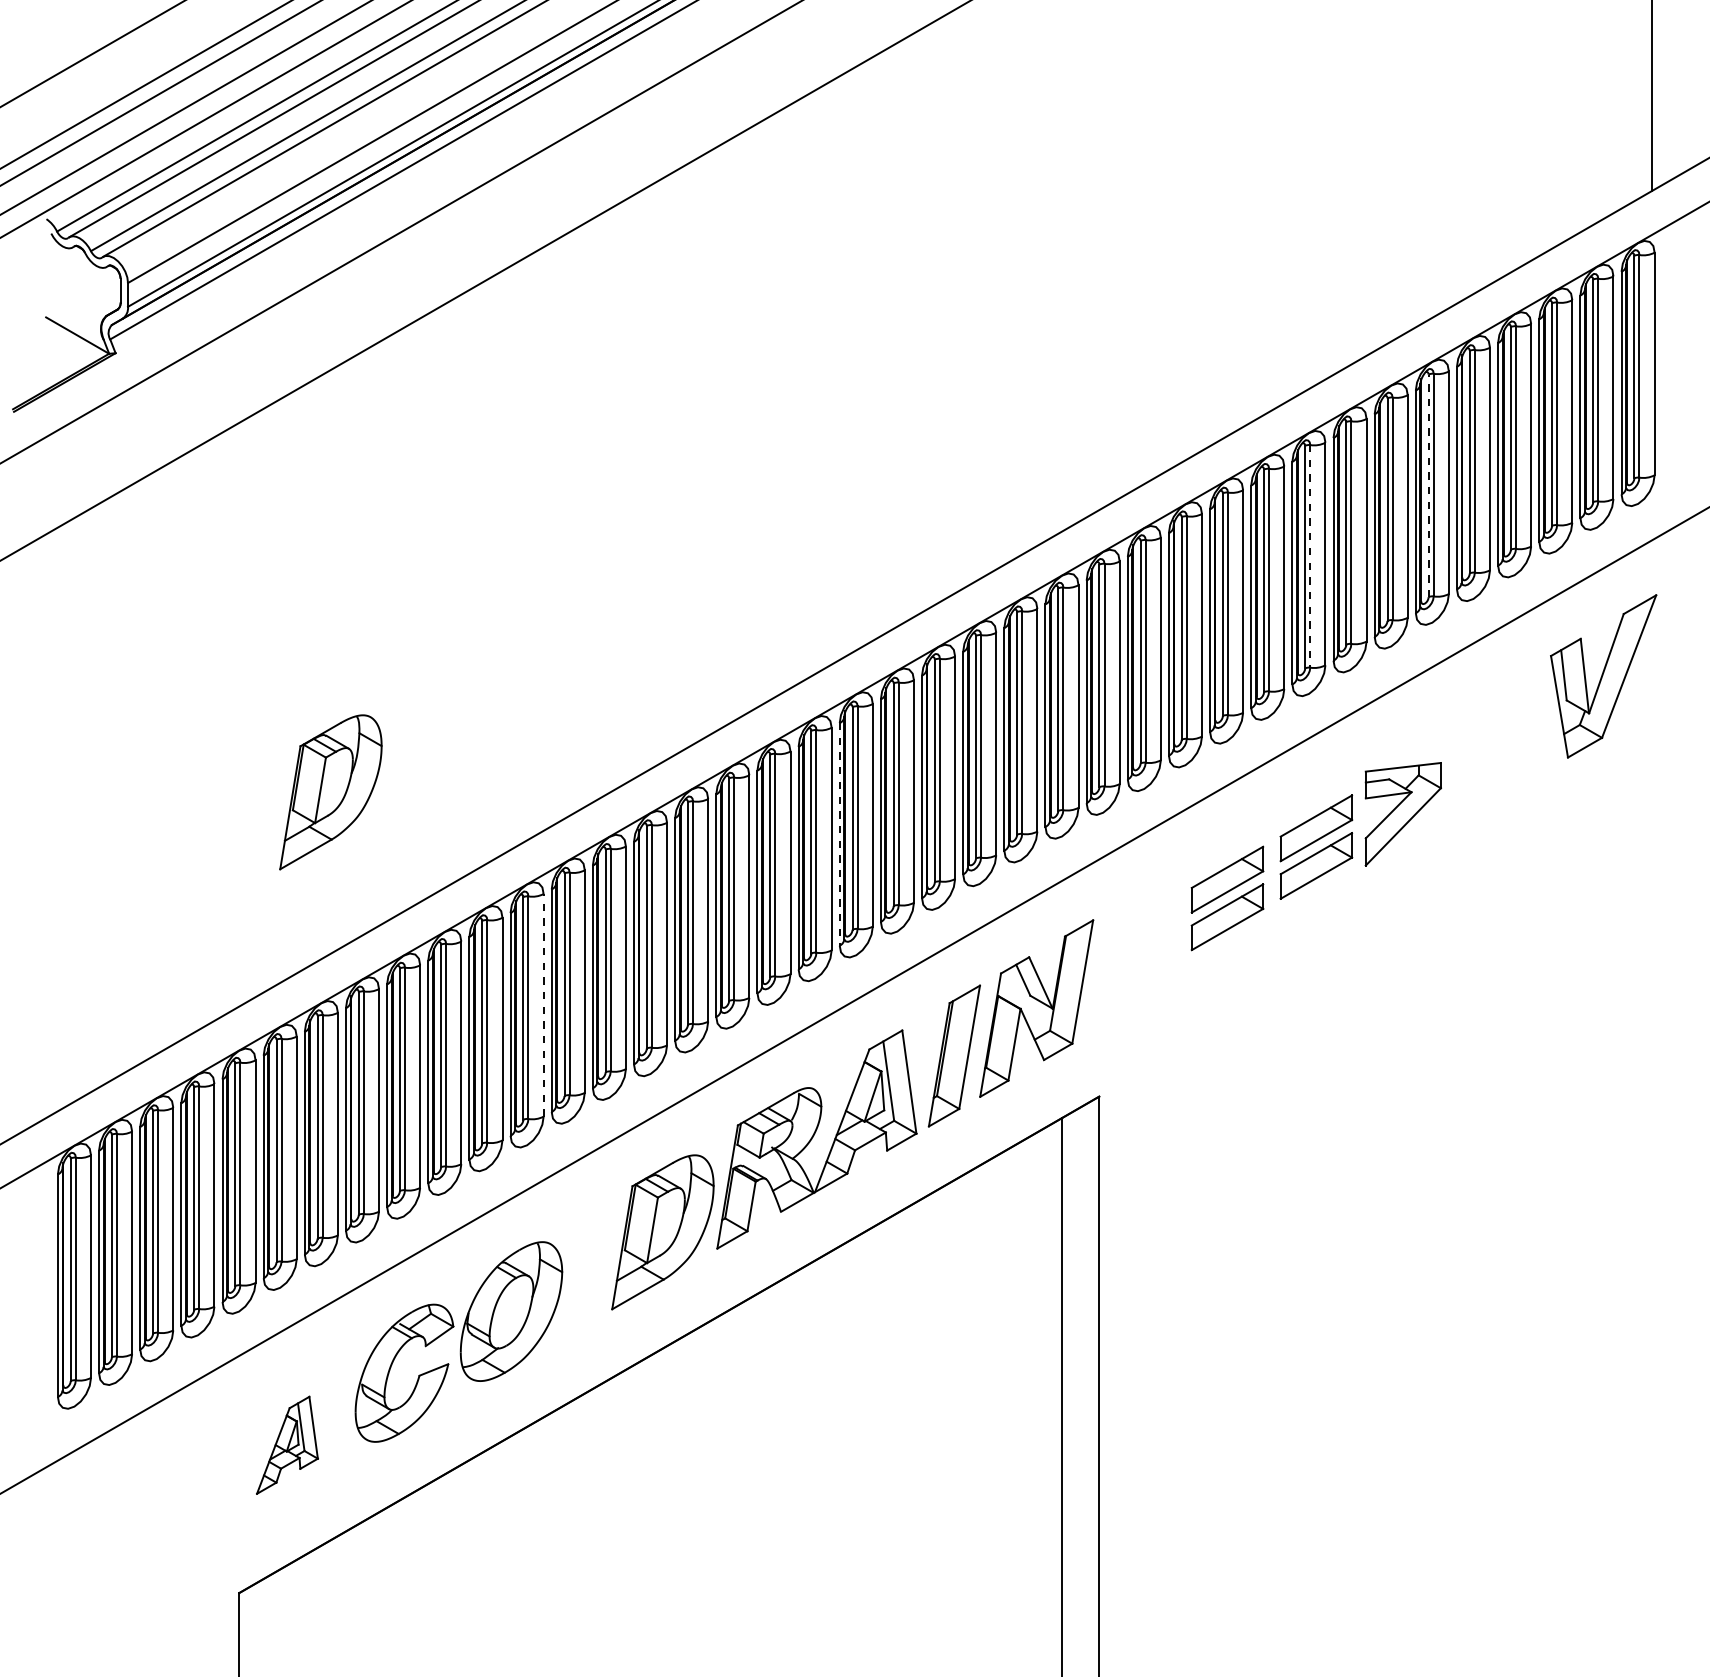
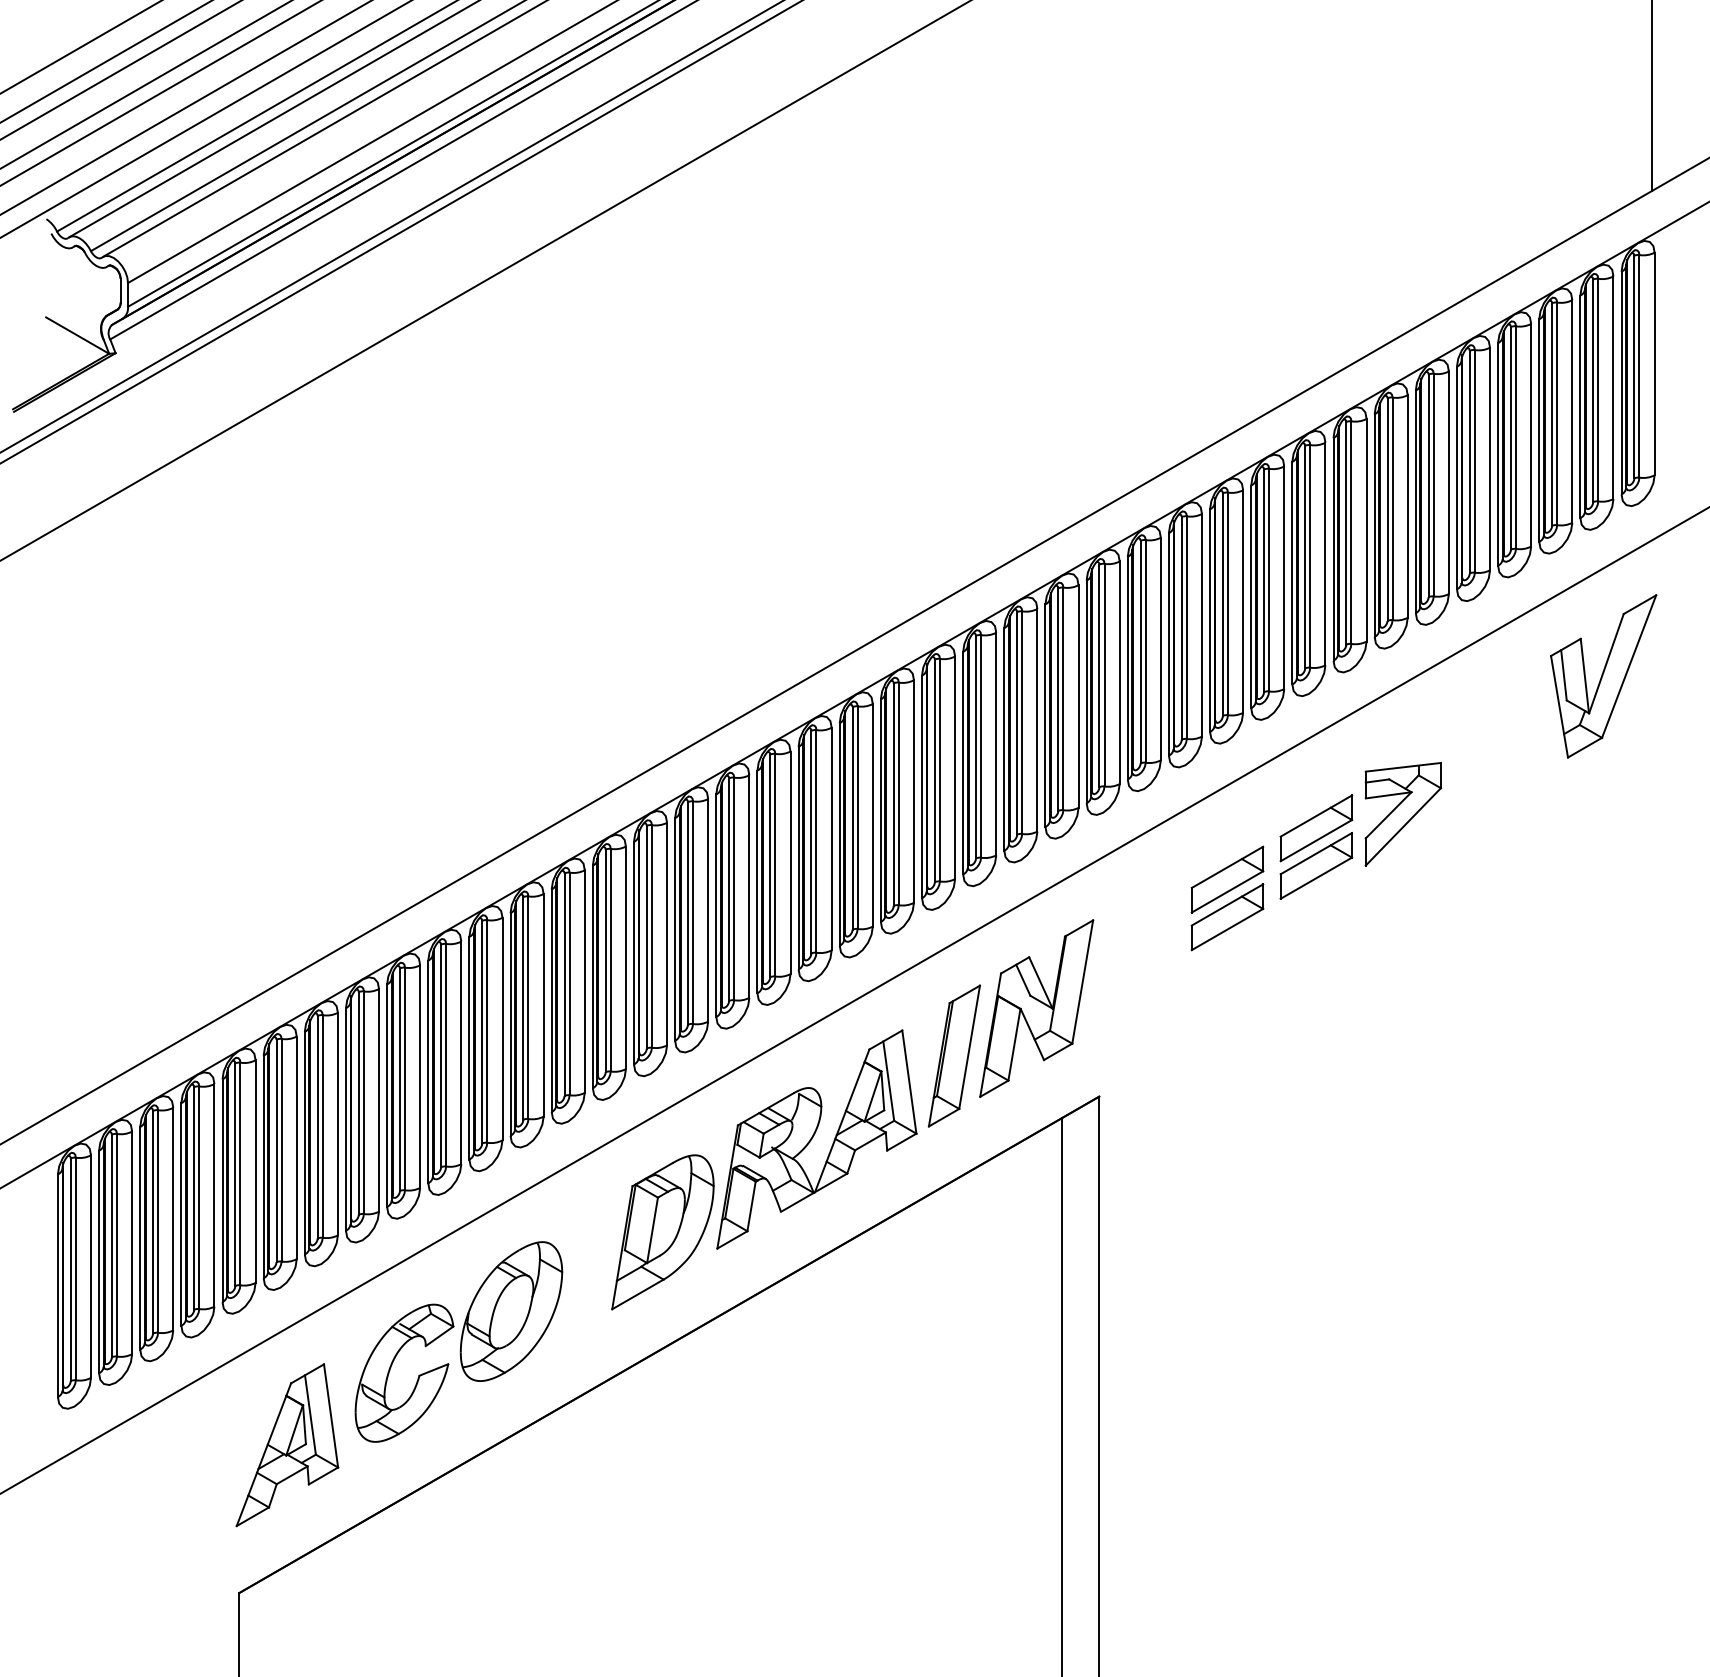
line at (92, 53) position: (92, 53) -> (80, 47)
line at (105, 61): none -> present
line at (120, 70): none -> present
line at (391, 226): none -> present
line at (1428, 485): dashed -> solid
line at (1310, 556): dashed -> solid
part at (330, 792): present -> none
line at (839, 834): dashed -> solid
line at (543, 1004): dashed -> solid
part at (287, 1444) size: 63x100 px -> 105x165 px
